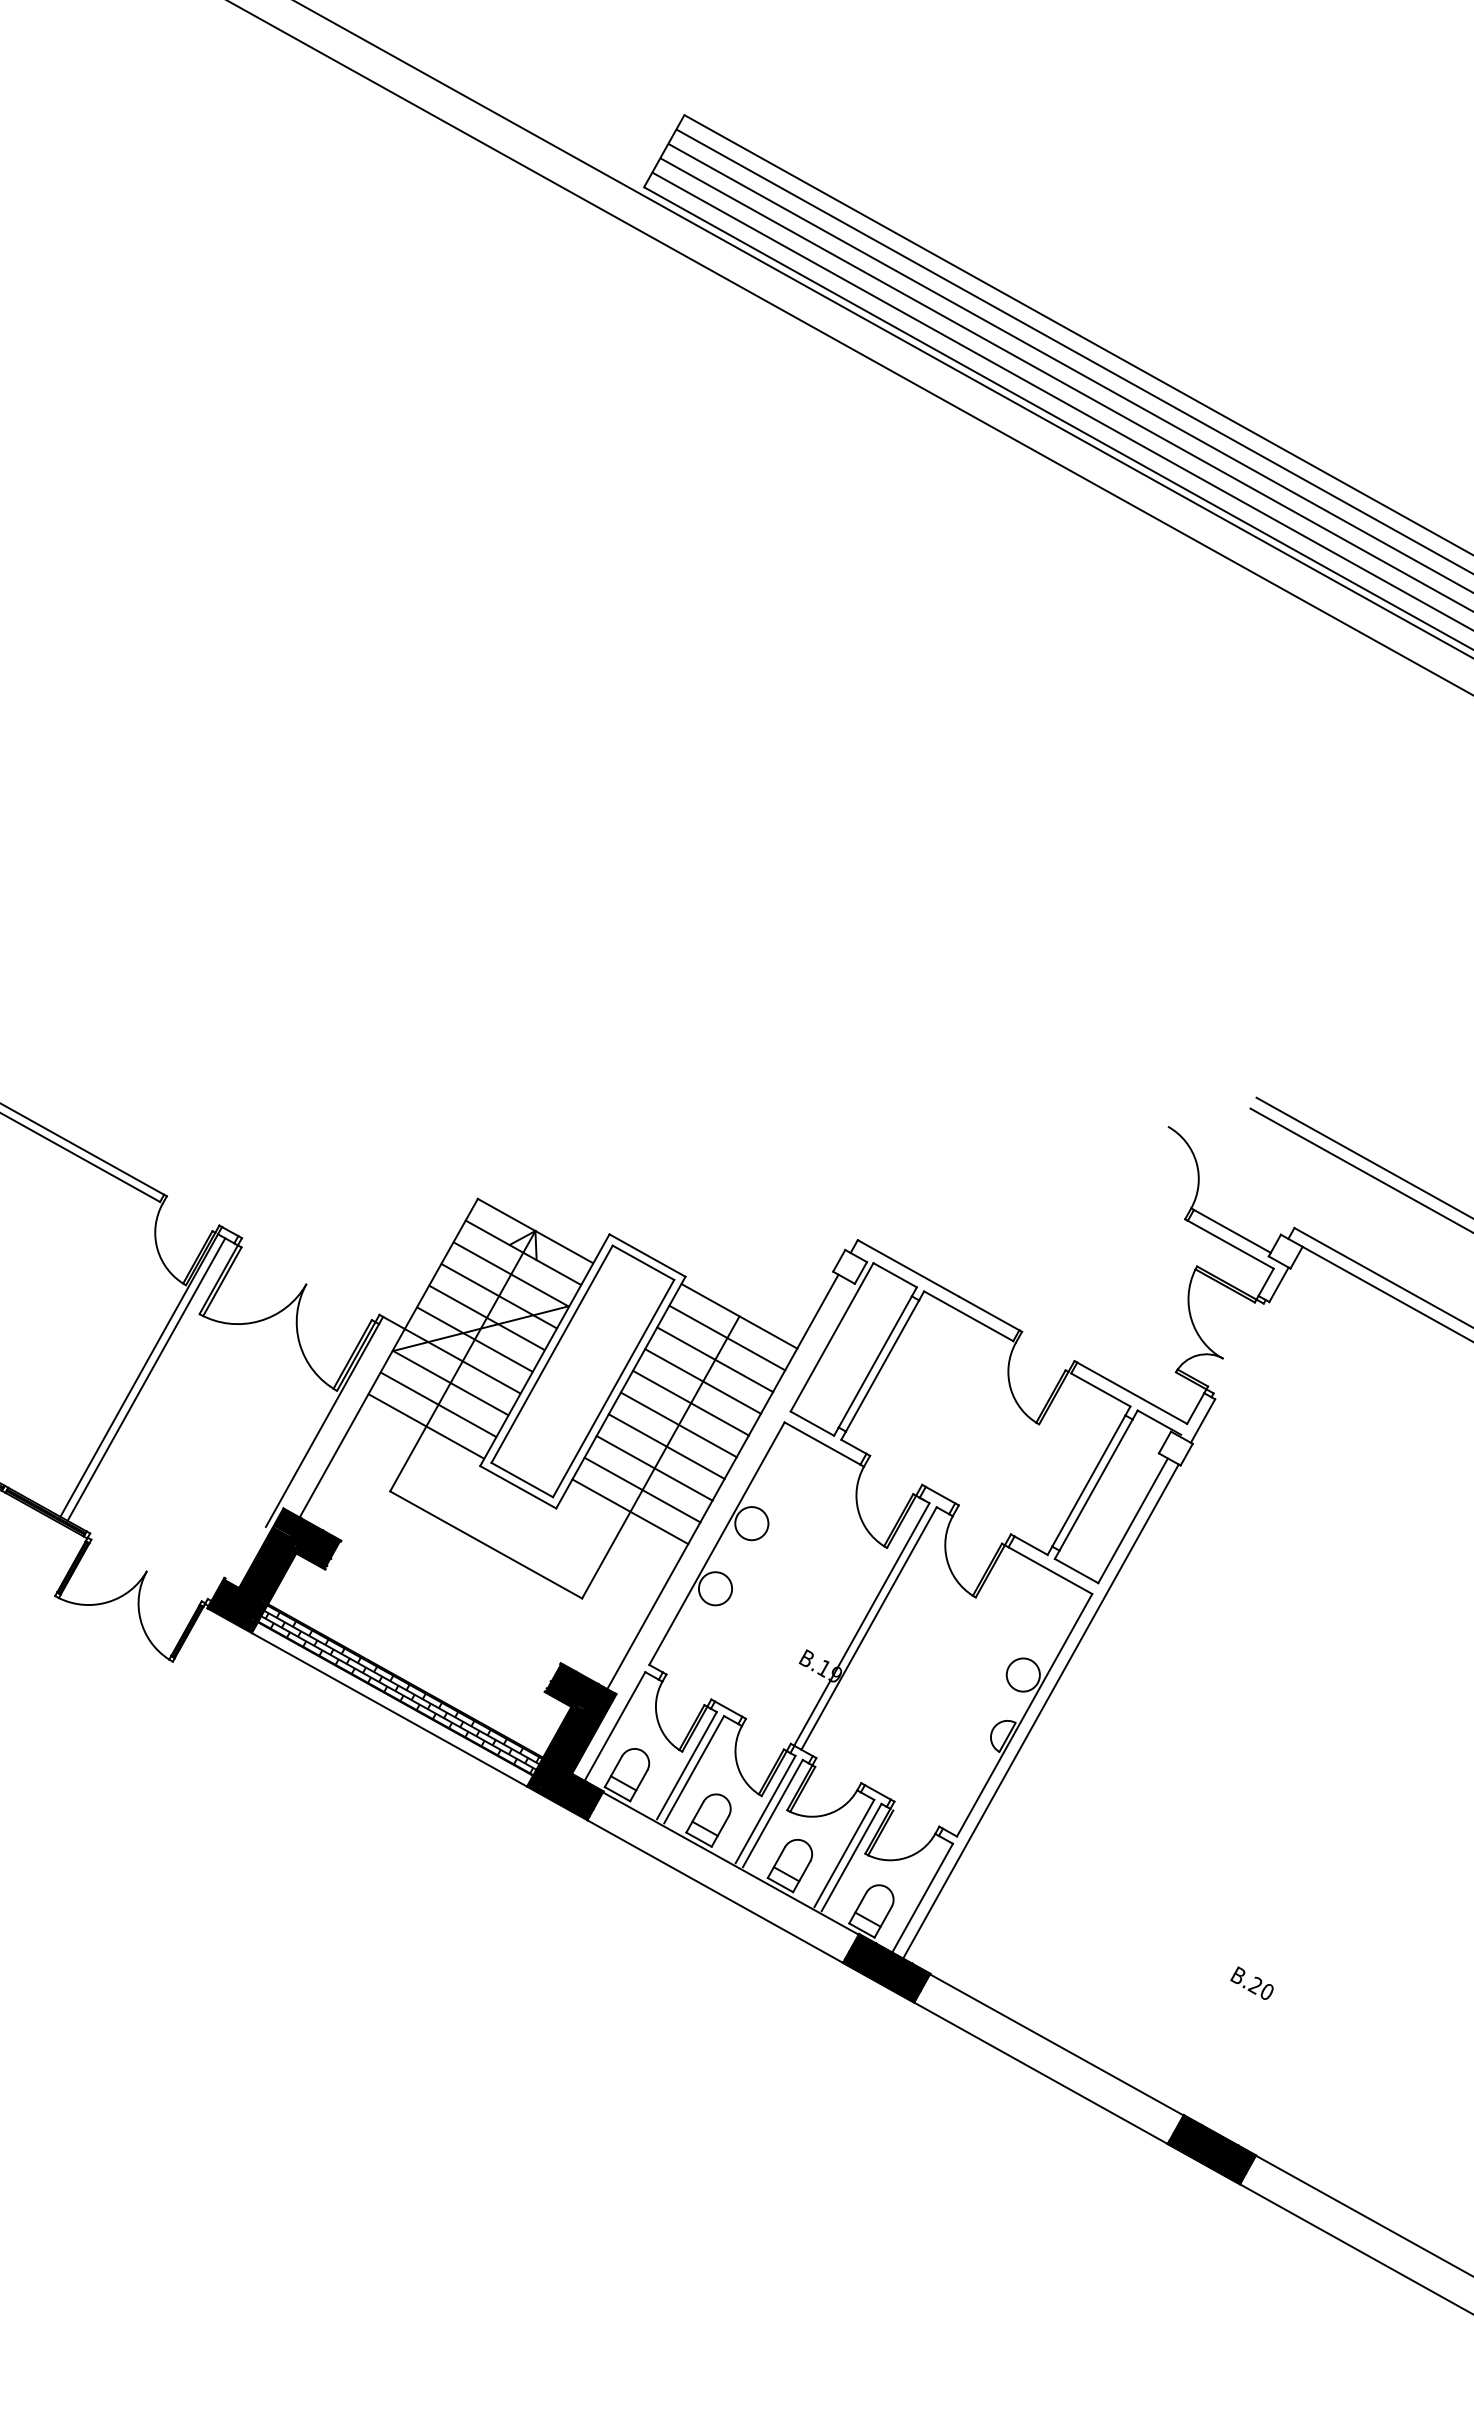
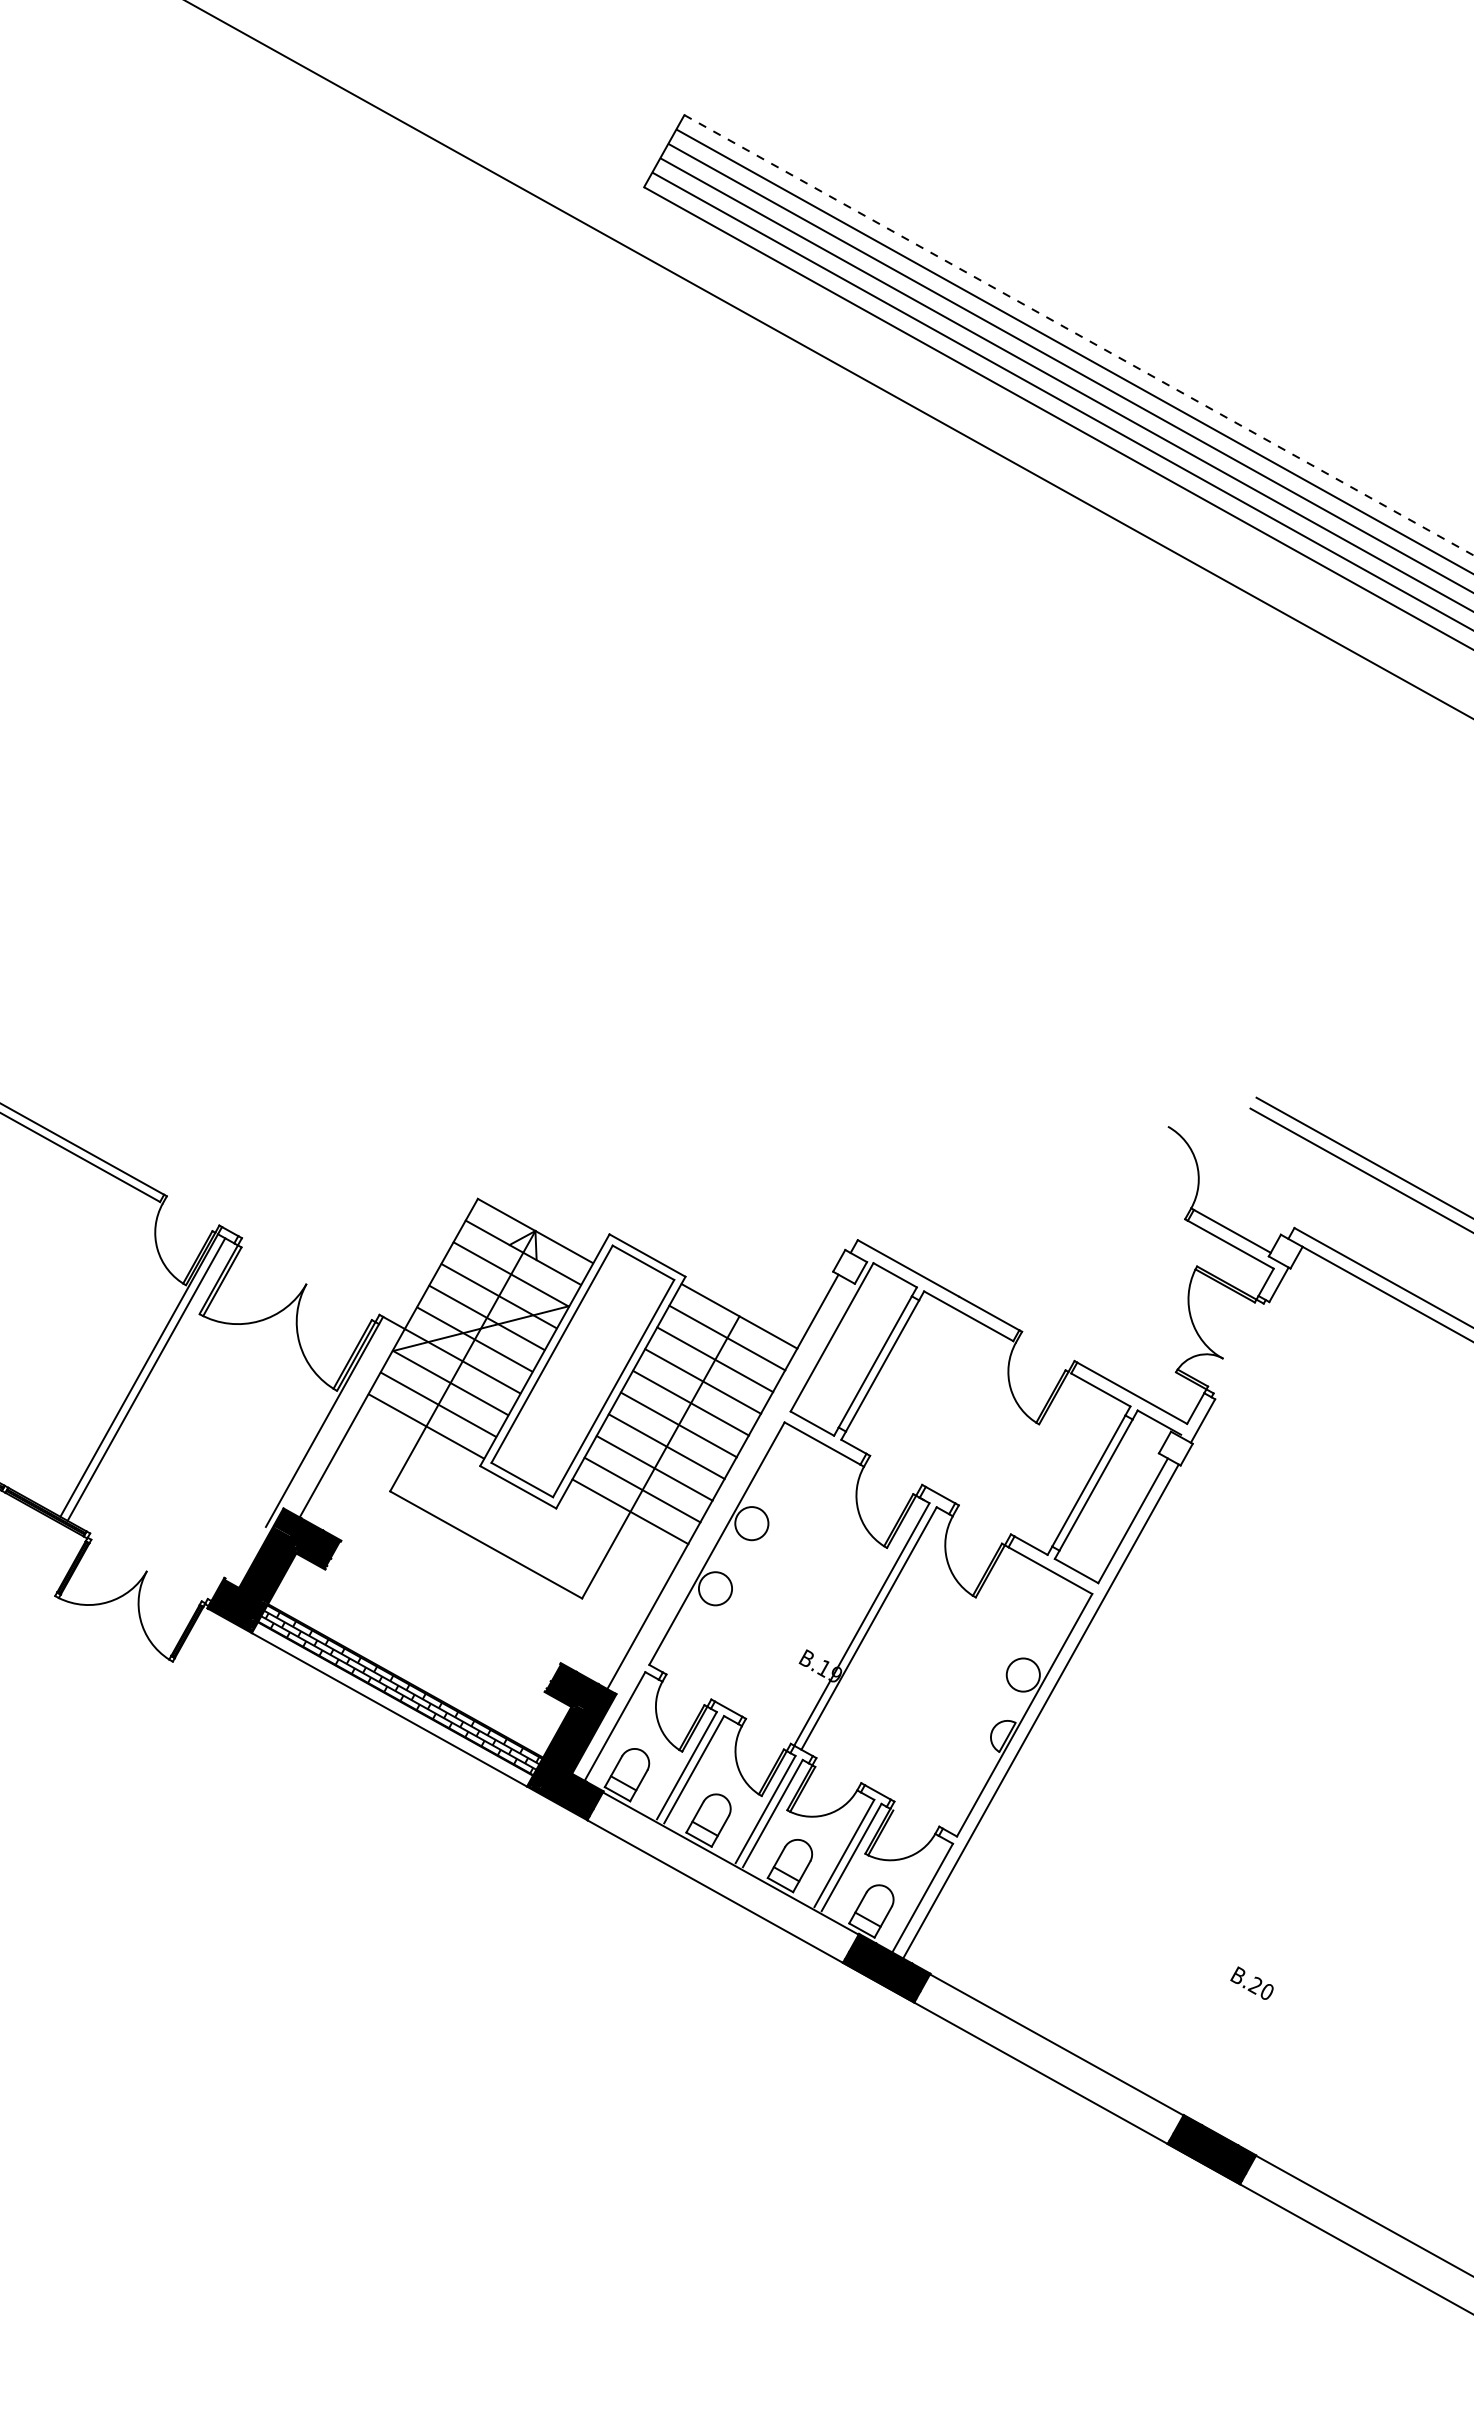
line at (883, 329): present -> none
line at (1079, 335): solid -> dashed
line at (850, 347) position: (850, 347) -> (828, 359)
